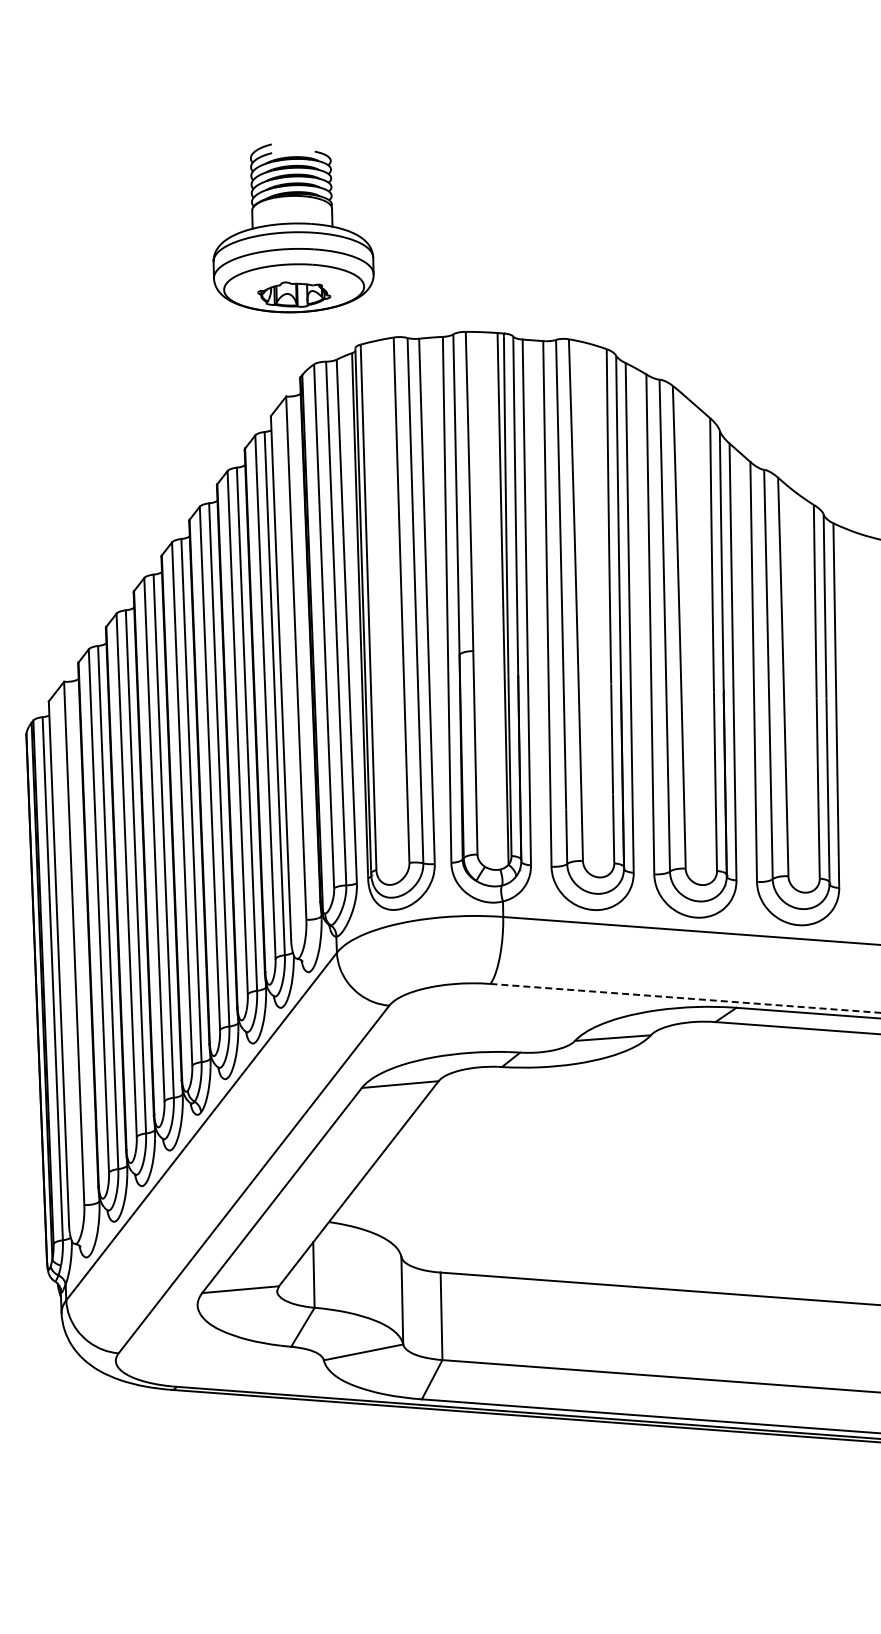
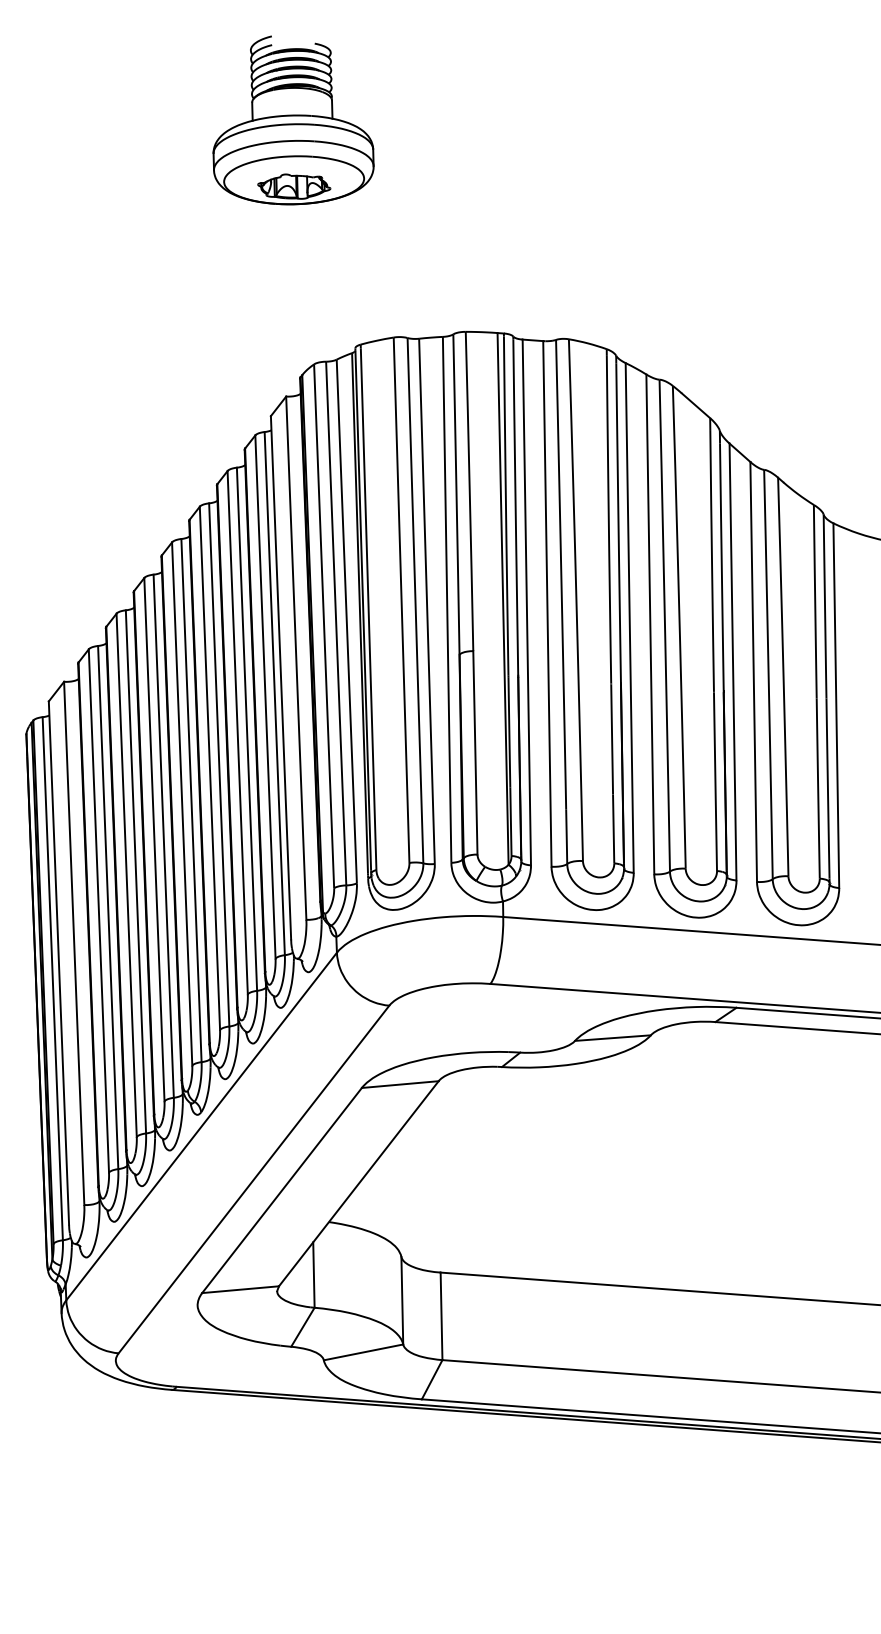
part at (293, 228) position: (293, 228) -> (293, 120)
line at (685, 998): dashed -> solid
